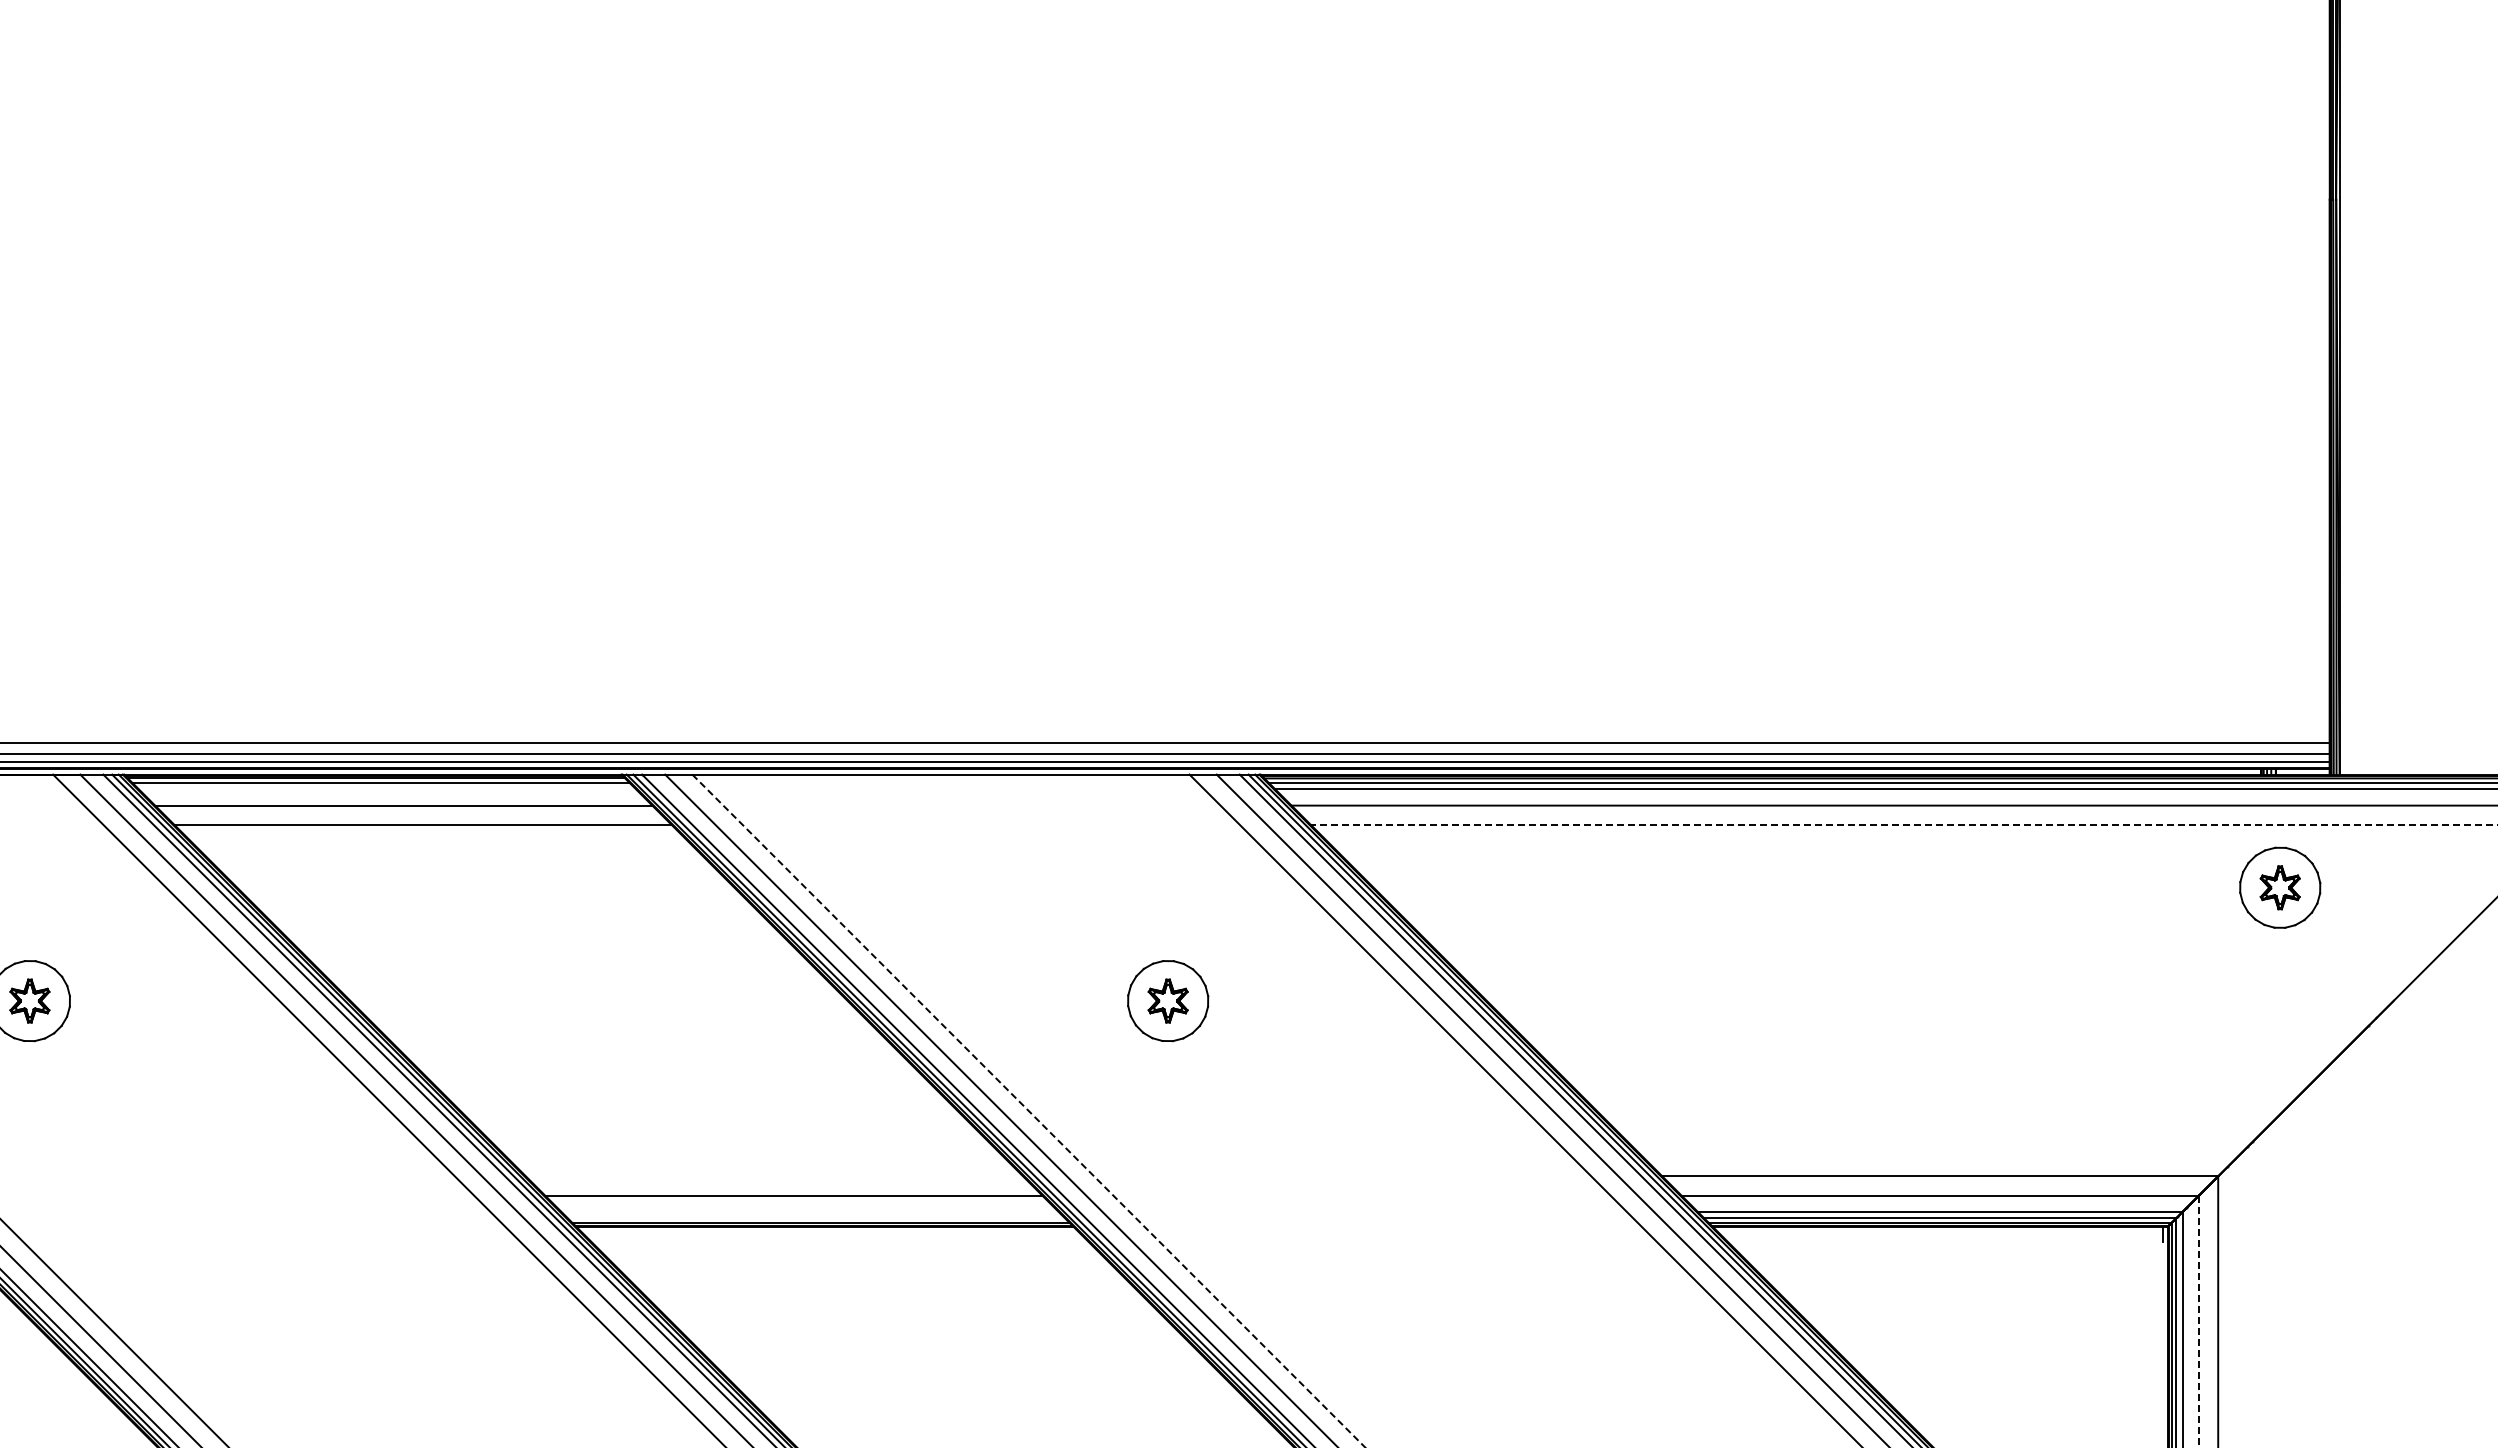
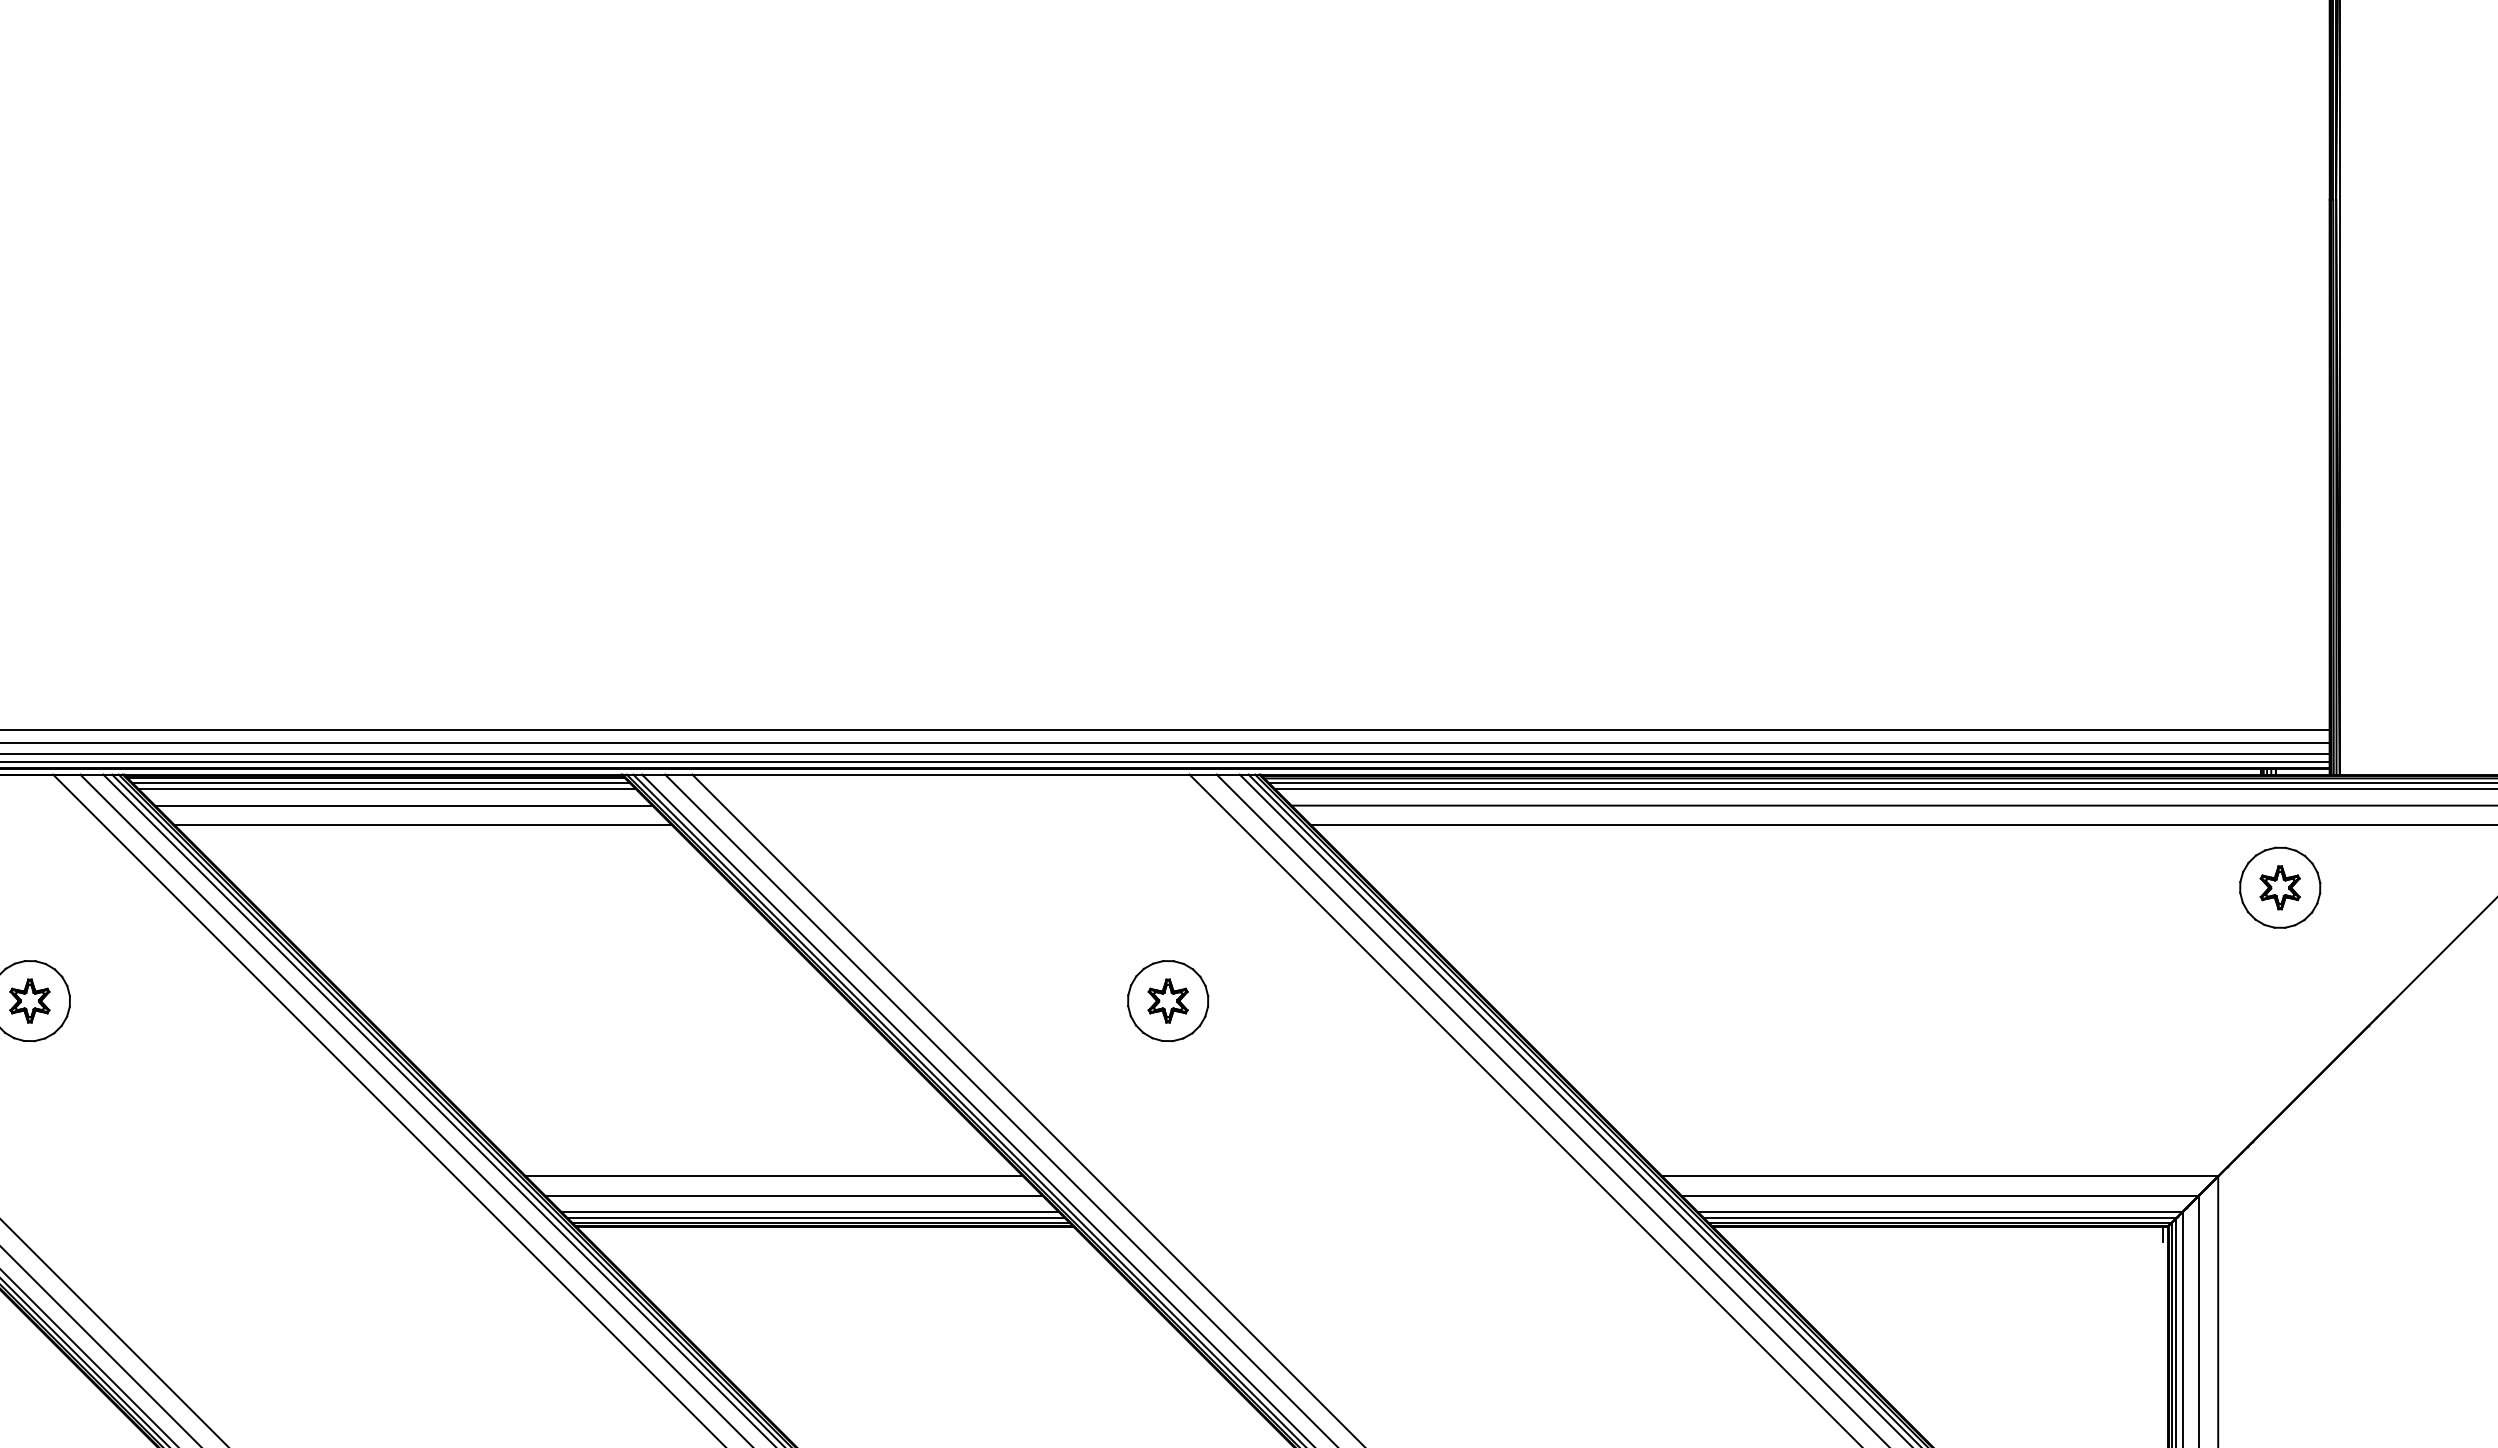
line at (1165, 730): none -> present
line at (387, 789): none -> present
line at (1903, 824): dashed -> solid
line at (1028, 1111): dashed -> solid
line at (774, 1176): none -> present
line at (809, 1211): none -> present
line at (815, 1218): none -> present
line at (2198, 1321): dashed -> solid
